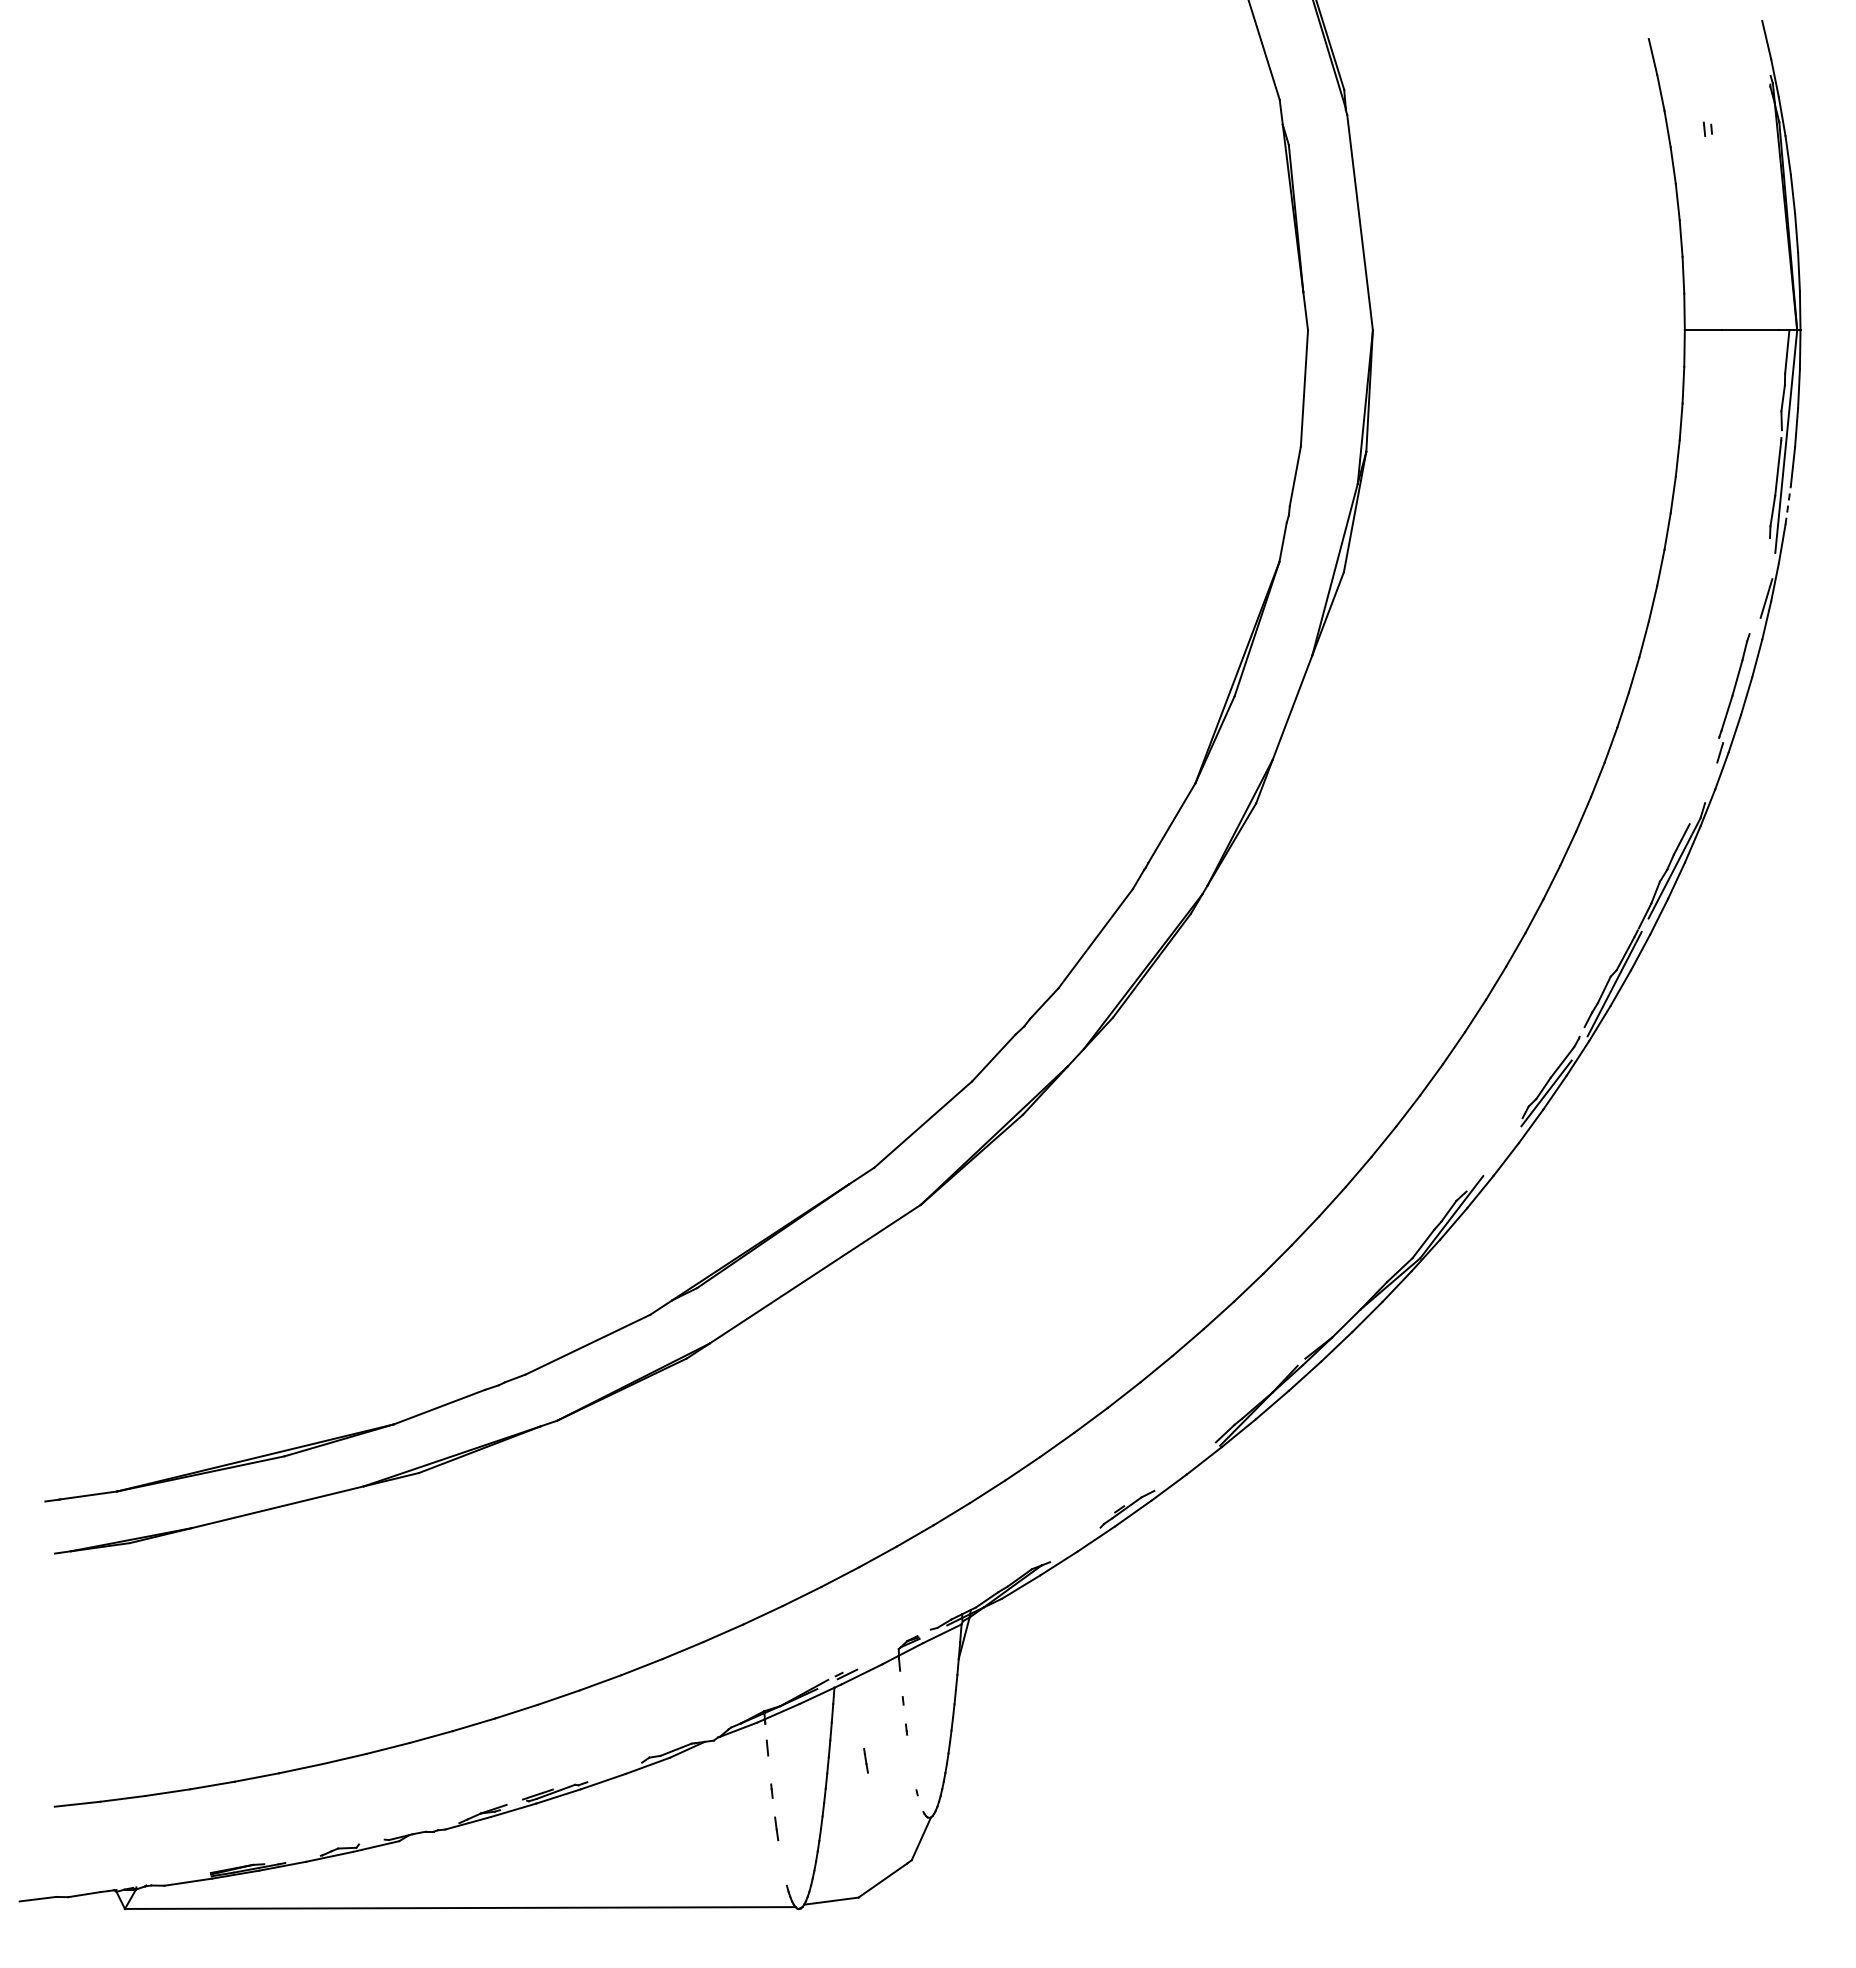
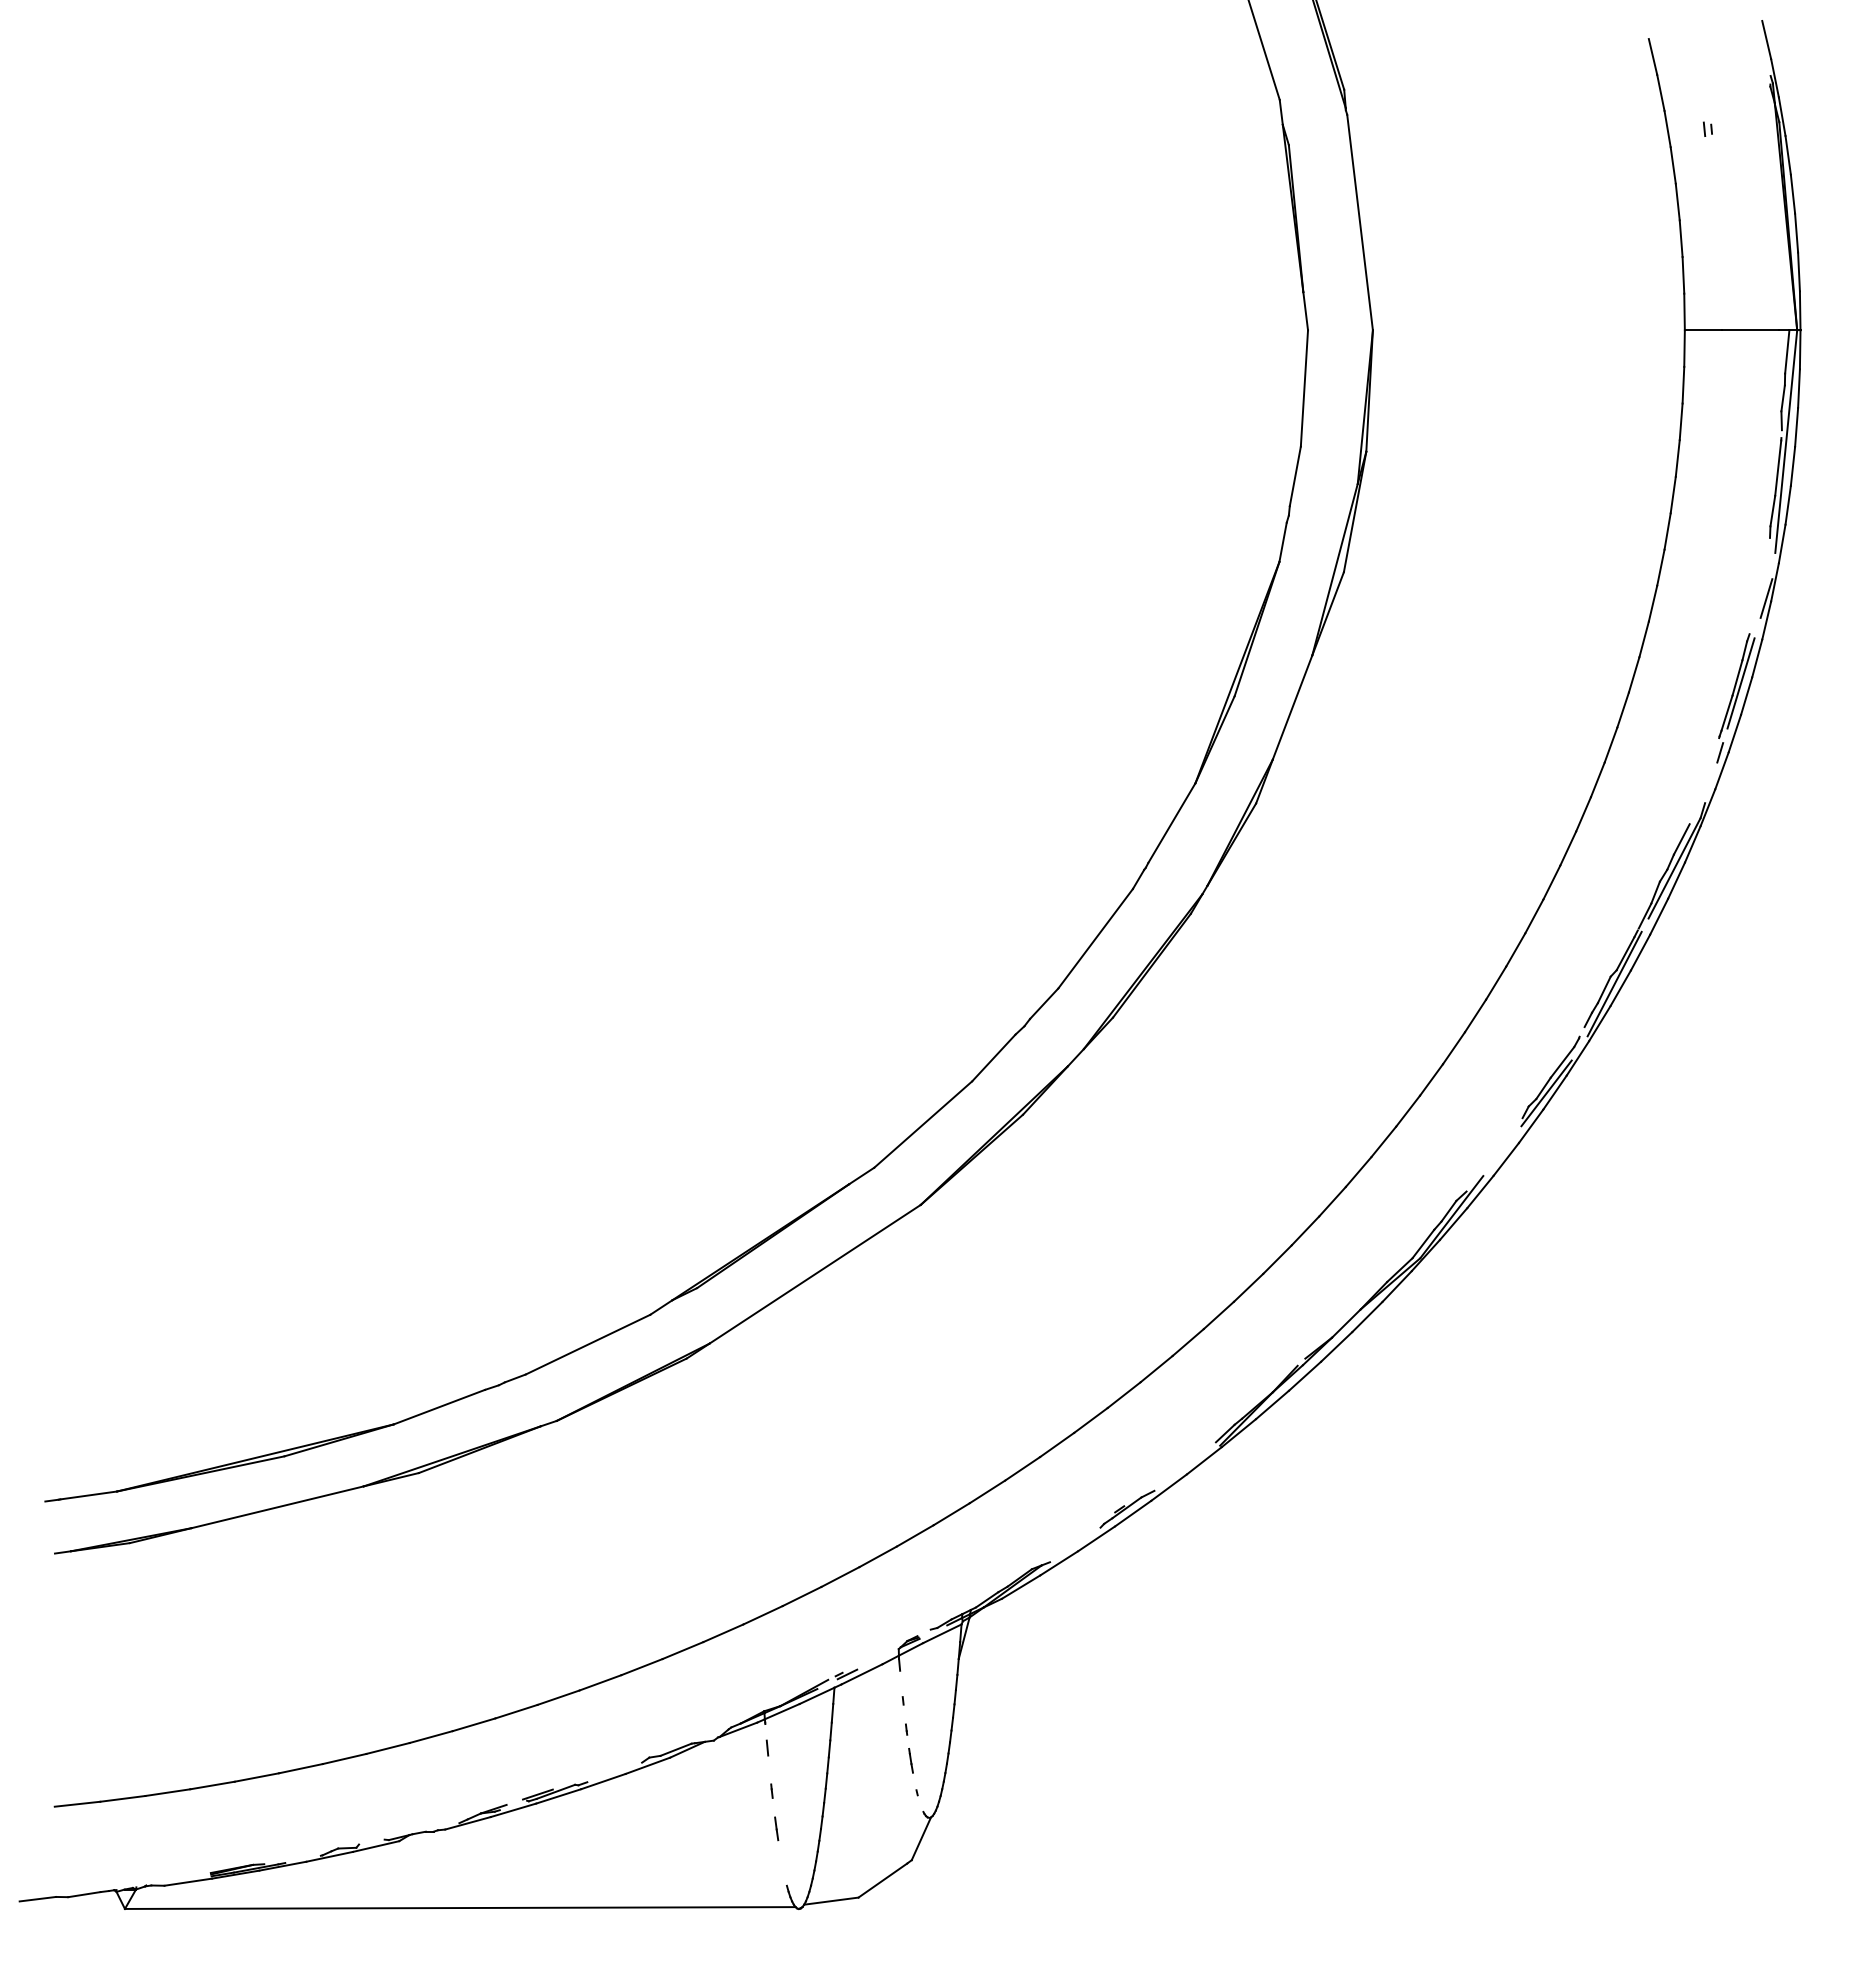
line at (1788, 505): dashed -> solid
line at (1740, 683): none -> present
line at (865, 1760) position: (865, 1760) -> (910, 1760)
